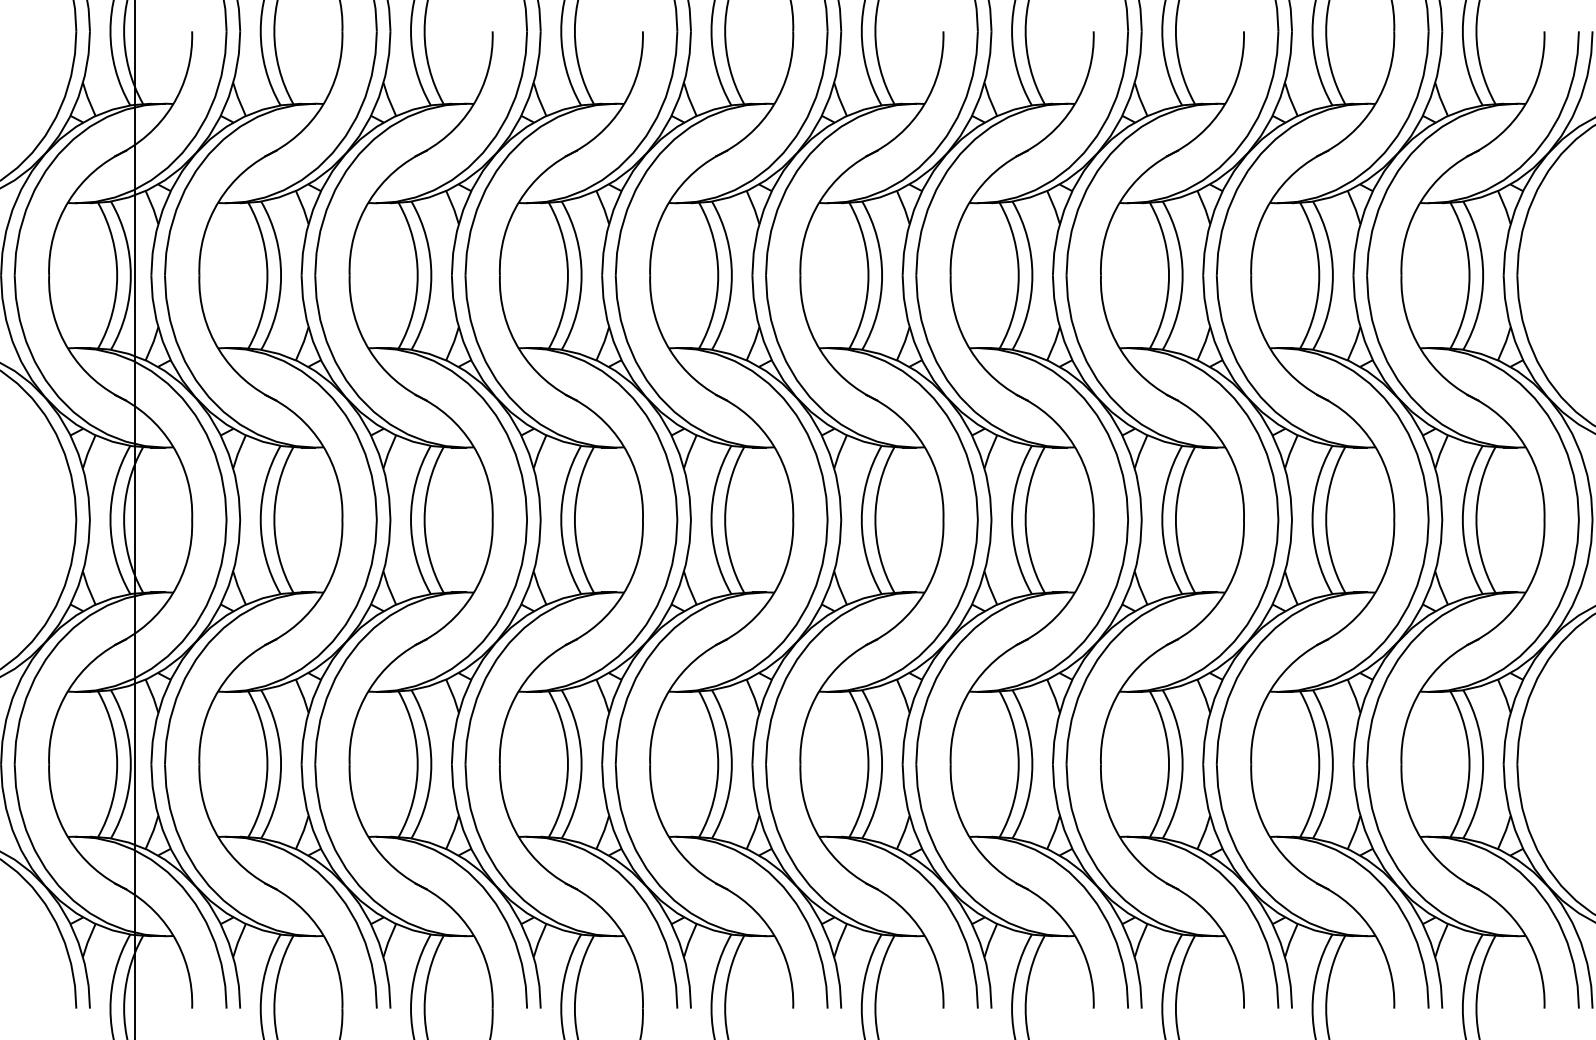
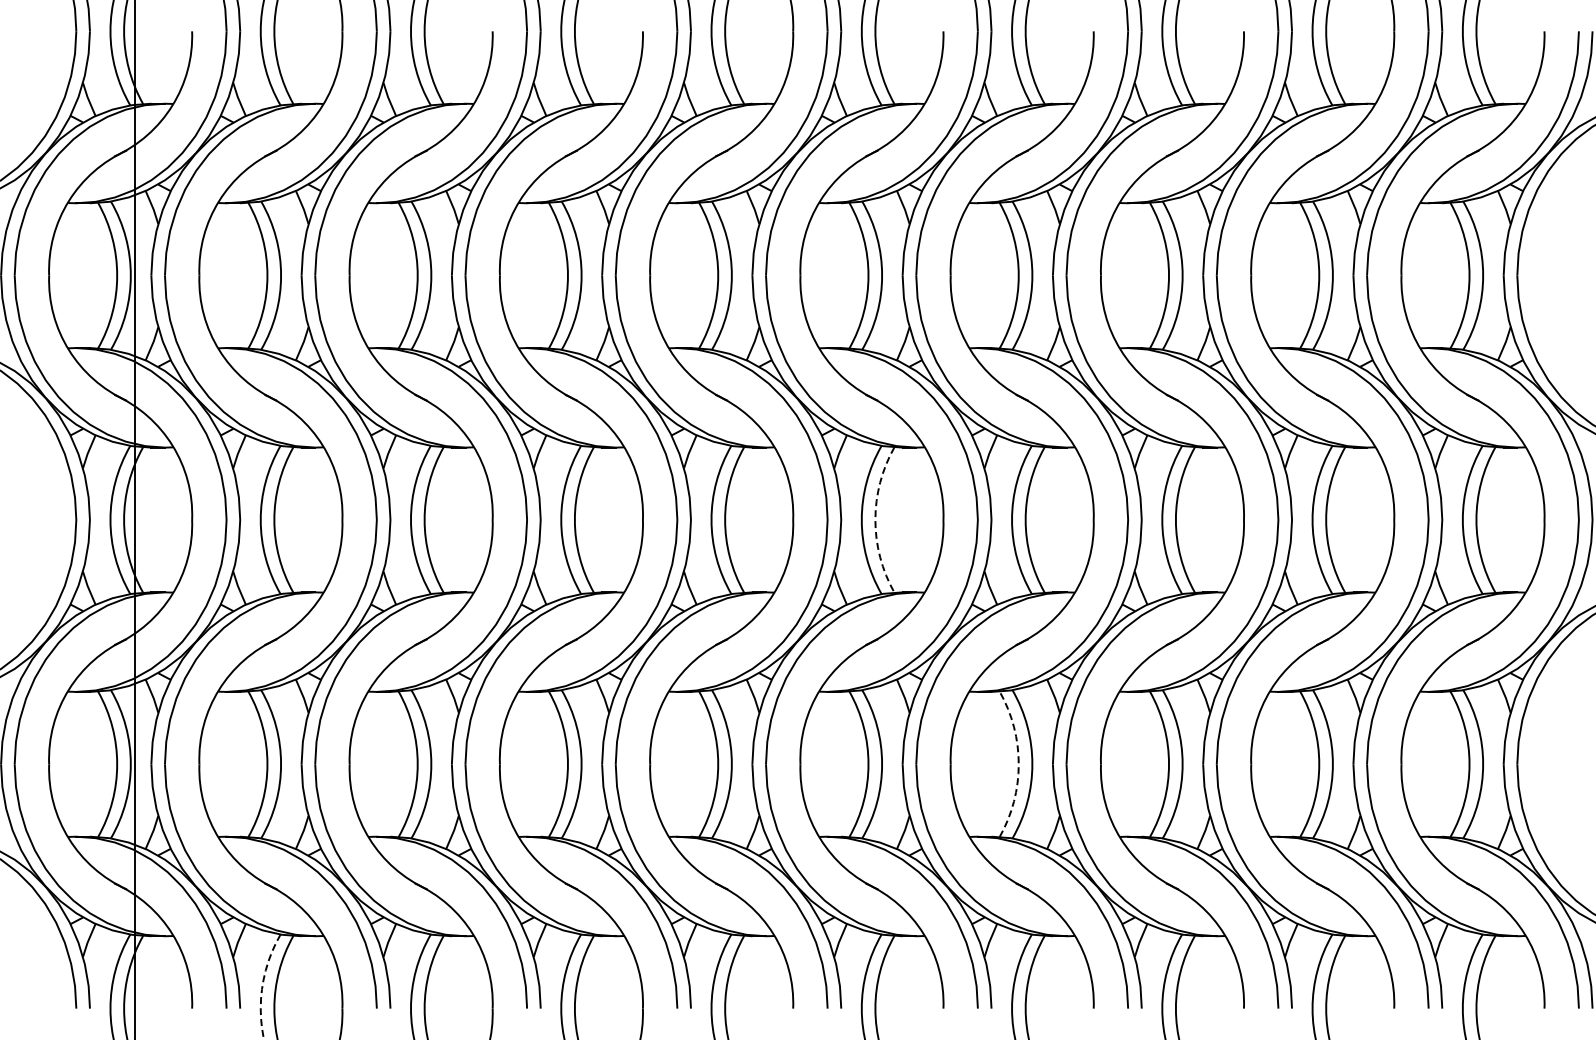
arc at (875, 519): solid -> dashed
arc at (1018, 764): solid -> dashed
arc at (262, 986): solid -> dashed
